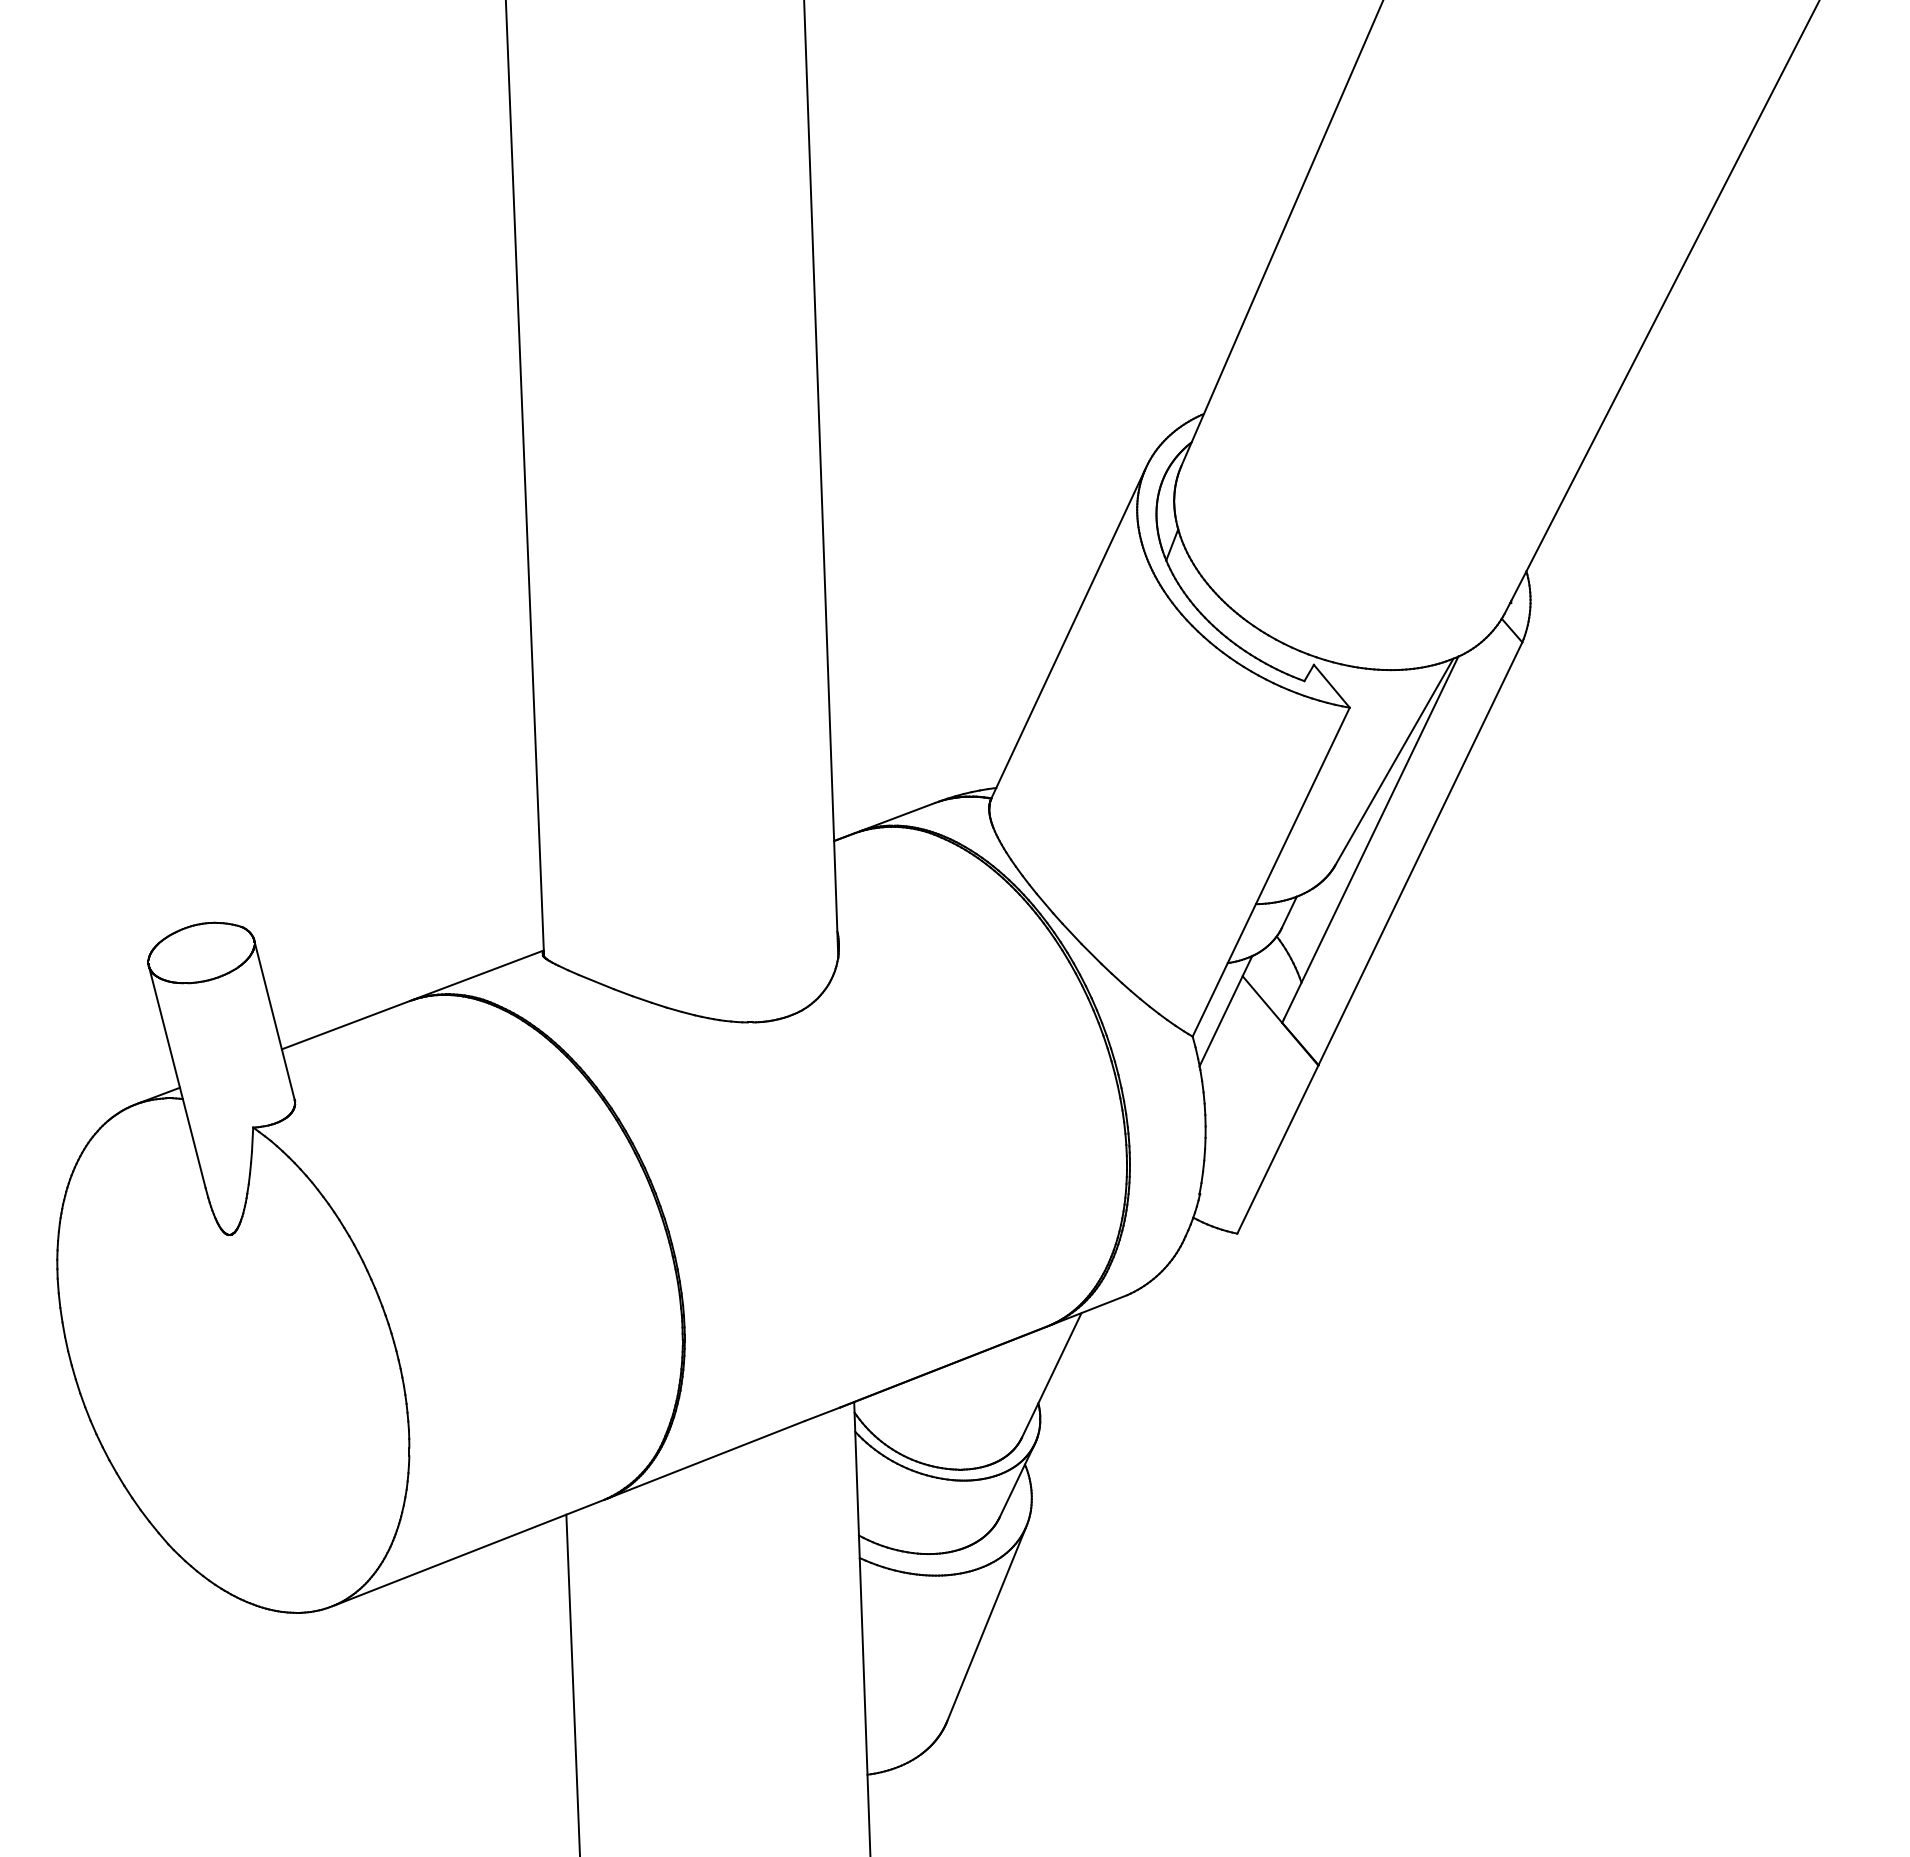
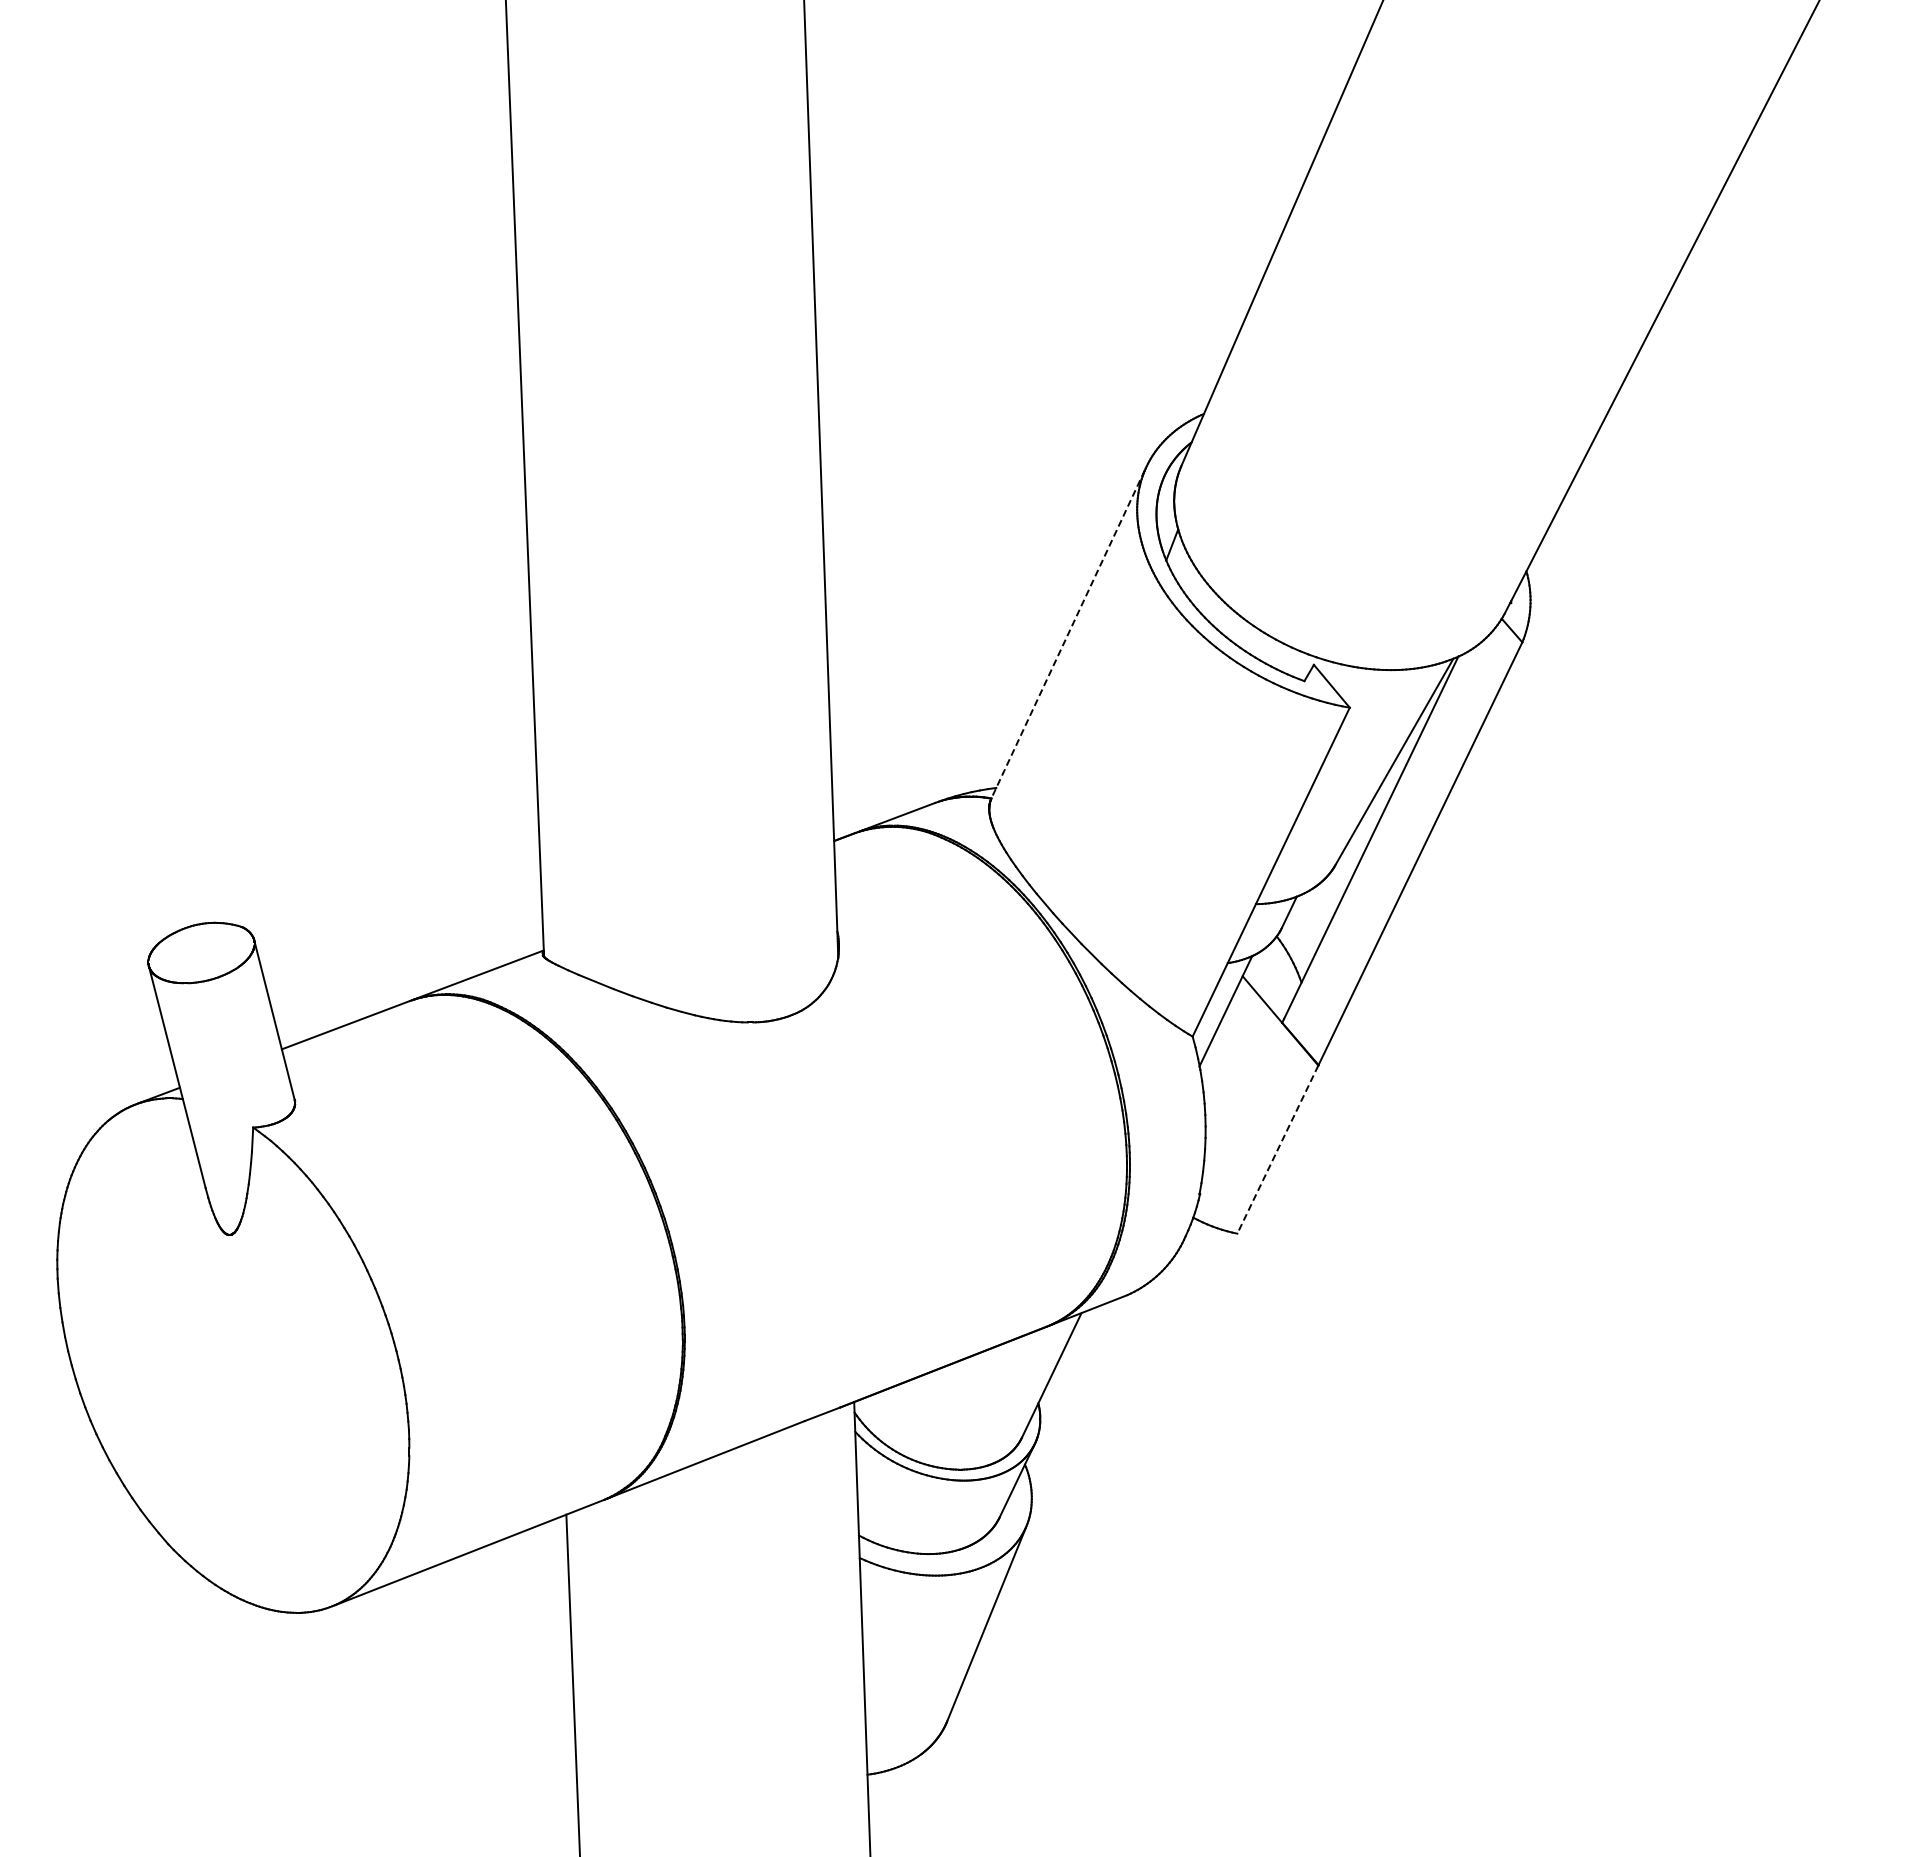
line at (1067, 634): solid -> dashed
line at (1277, 1150): solid -> dashed
